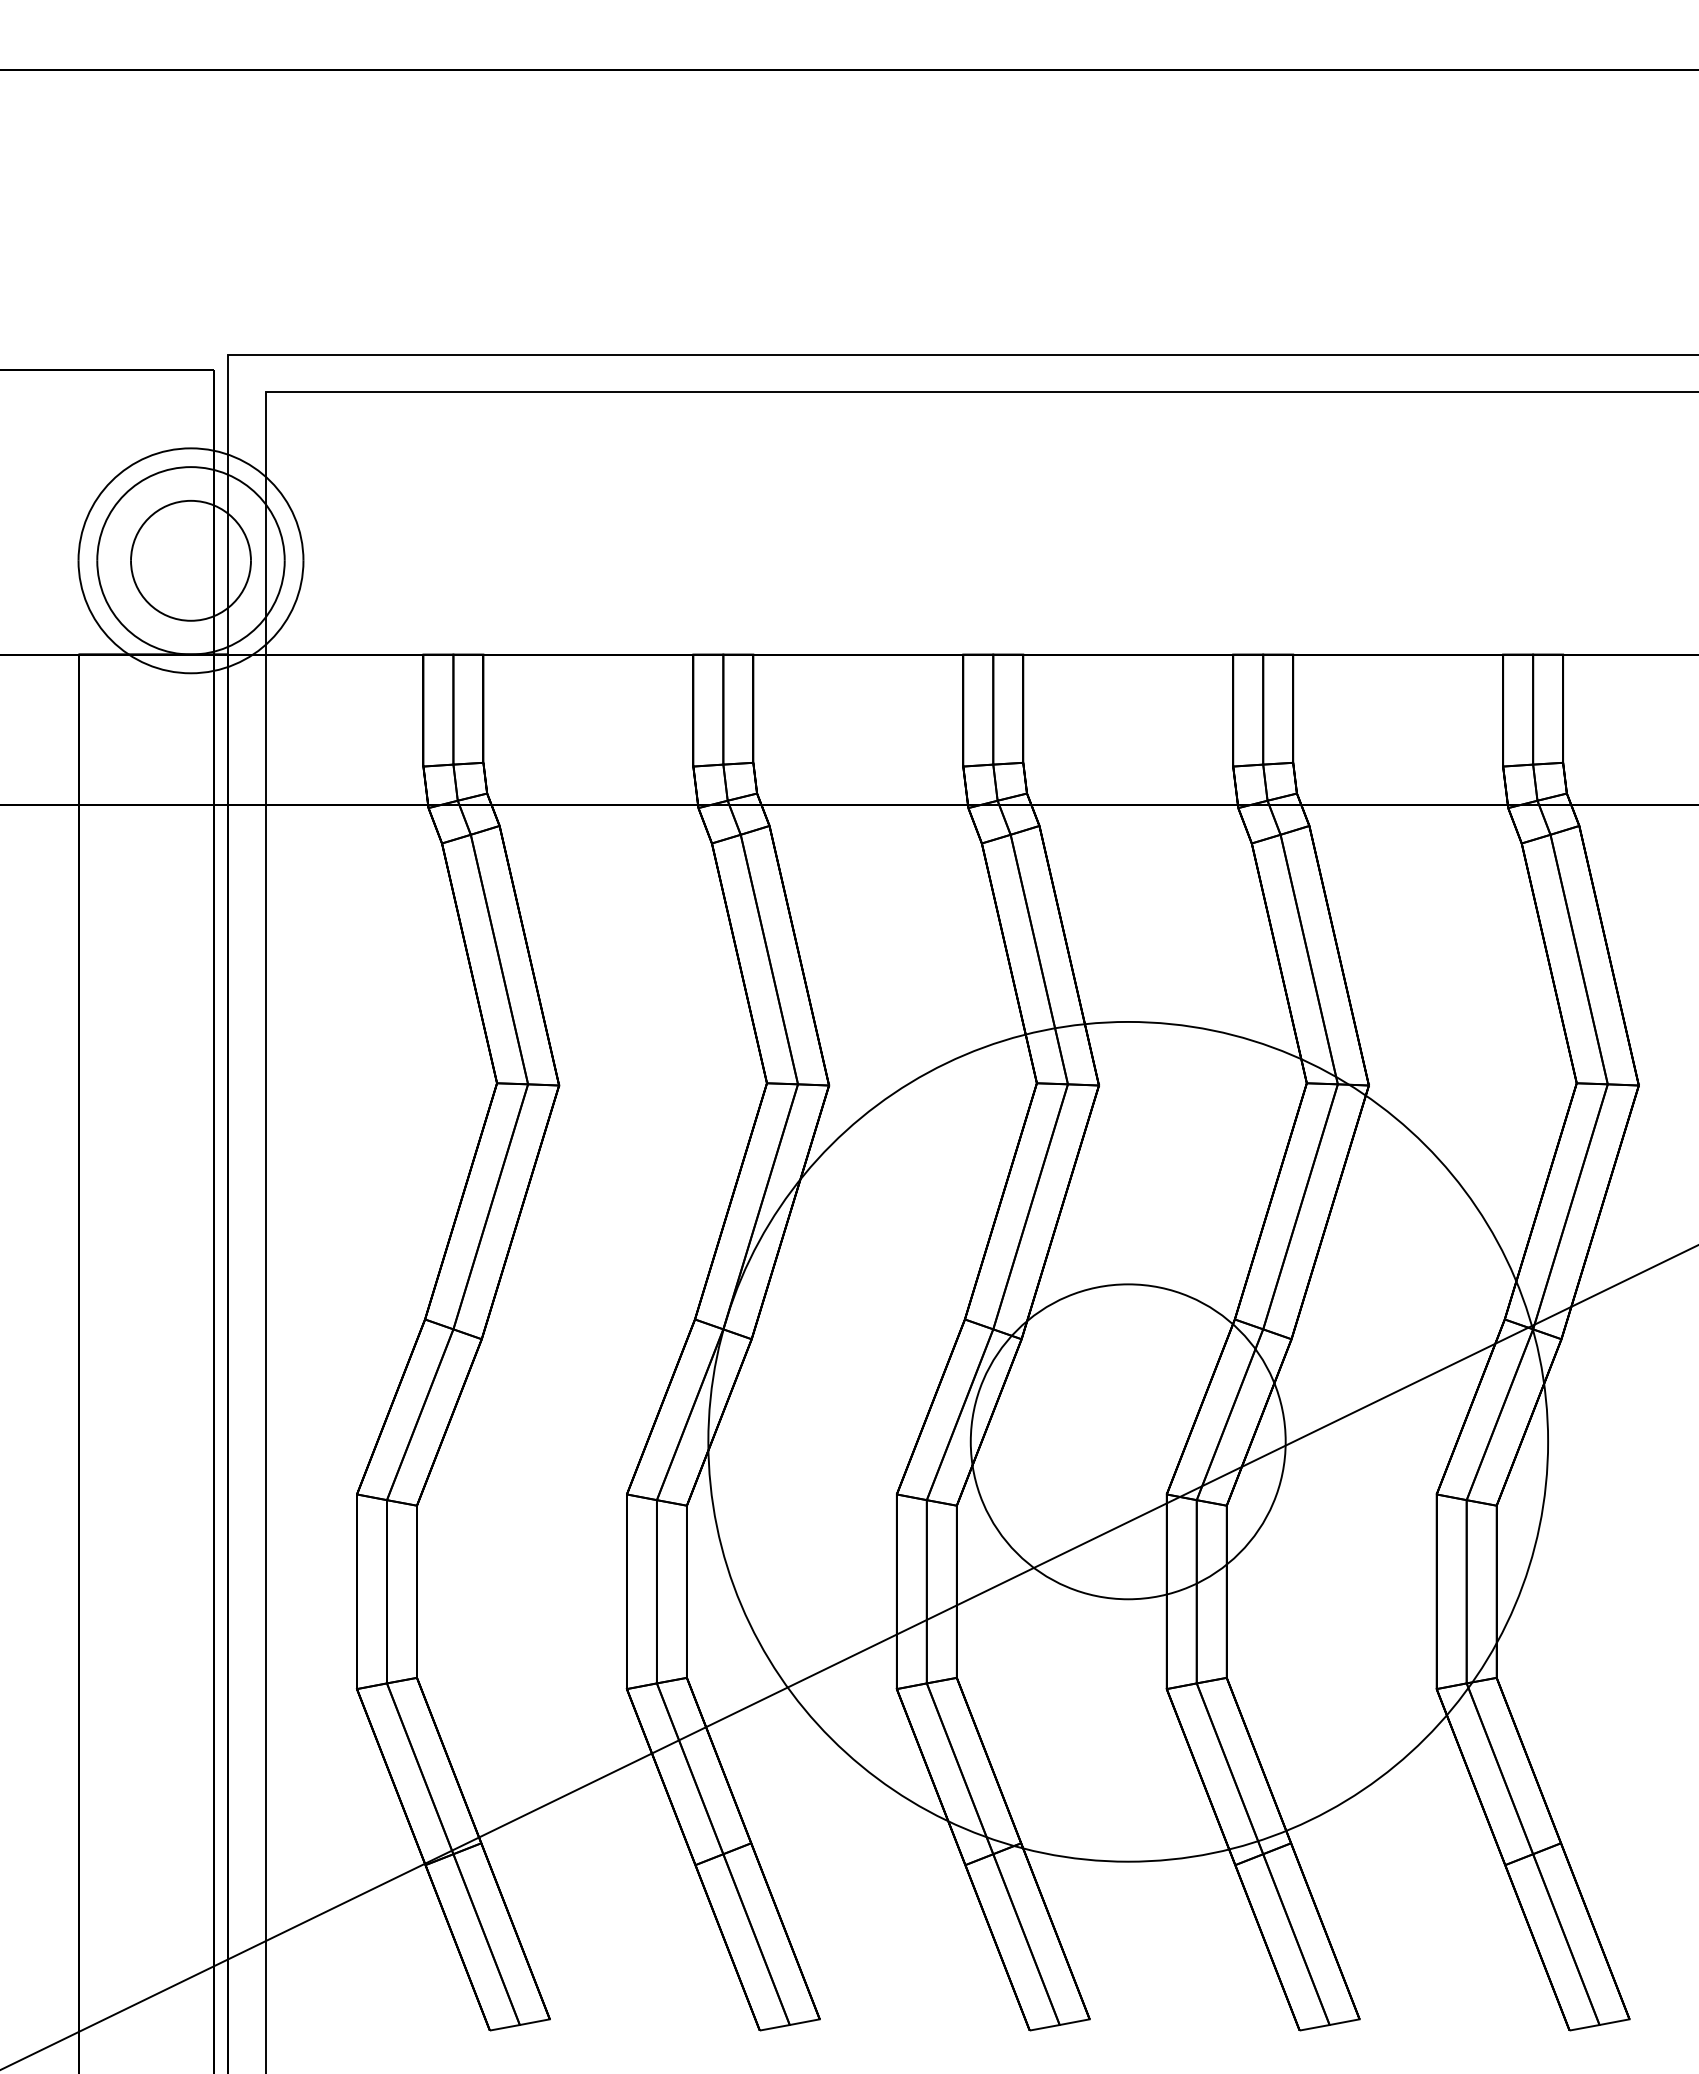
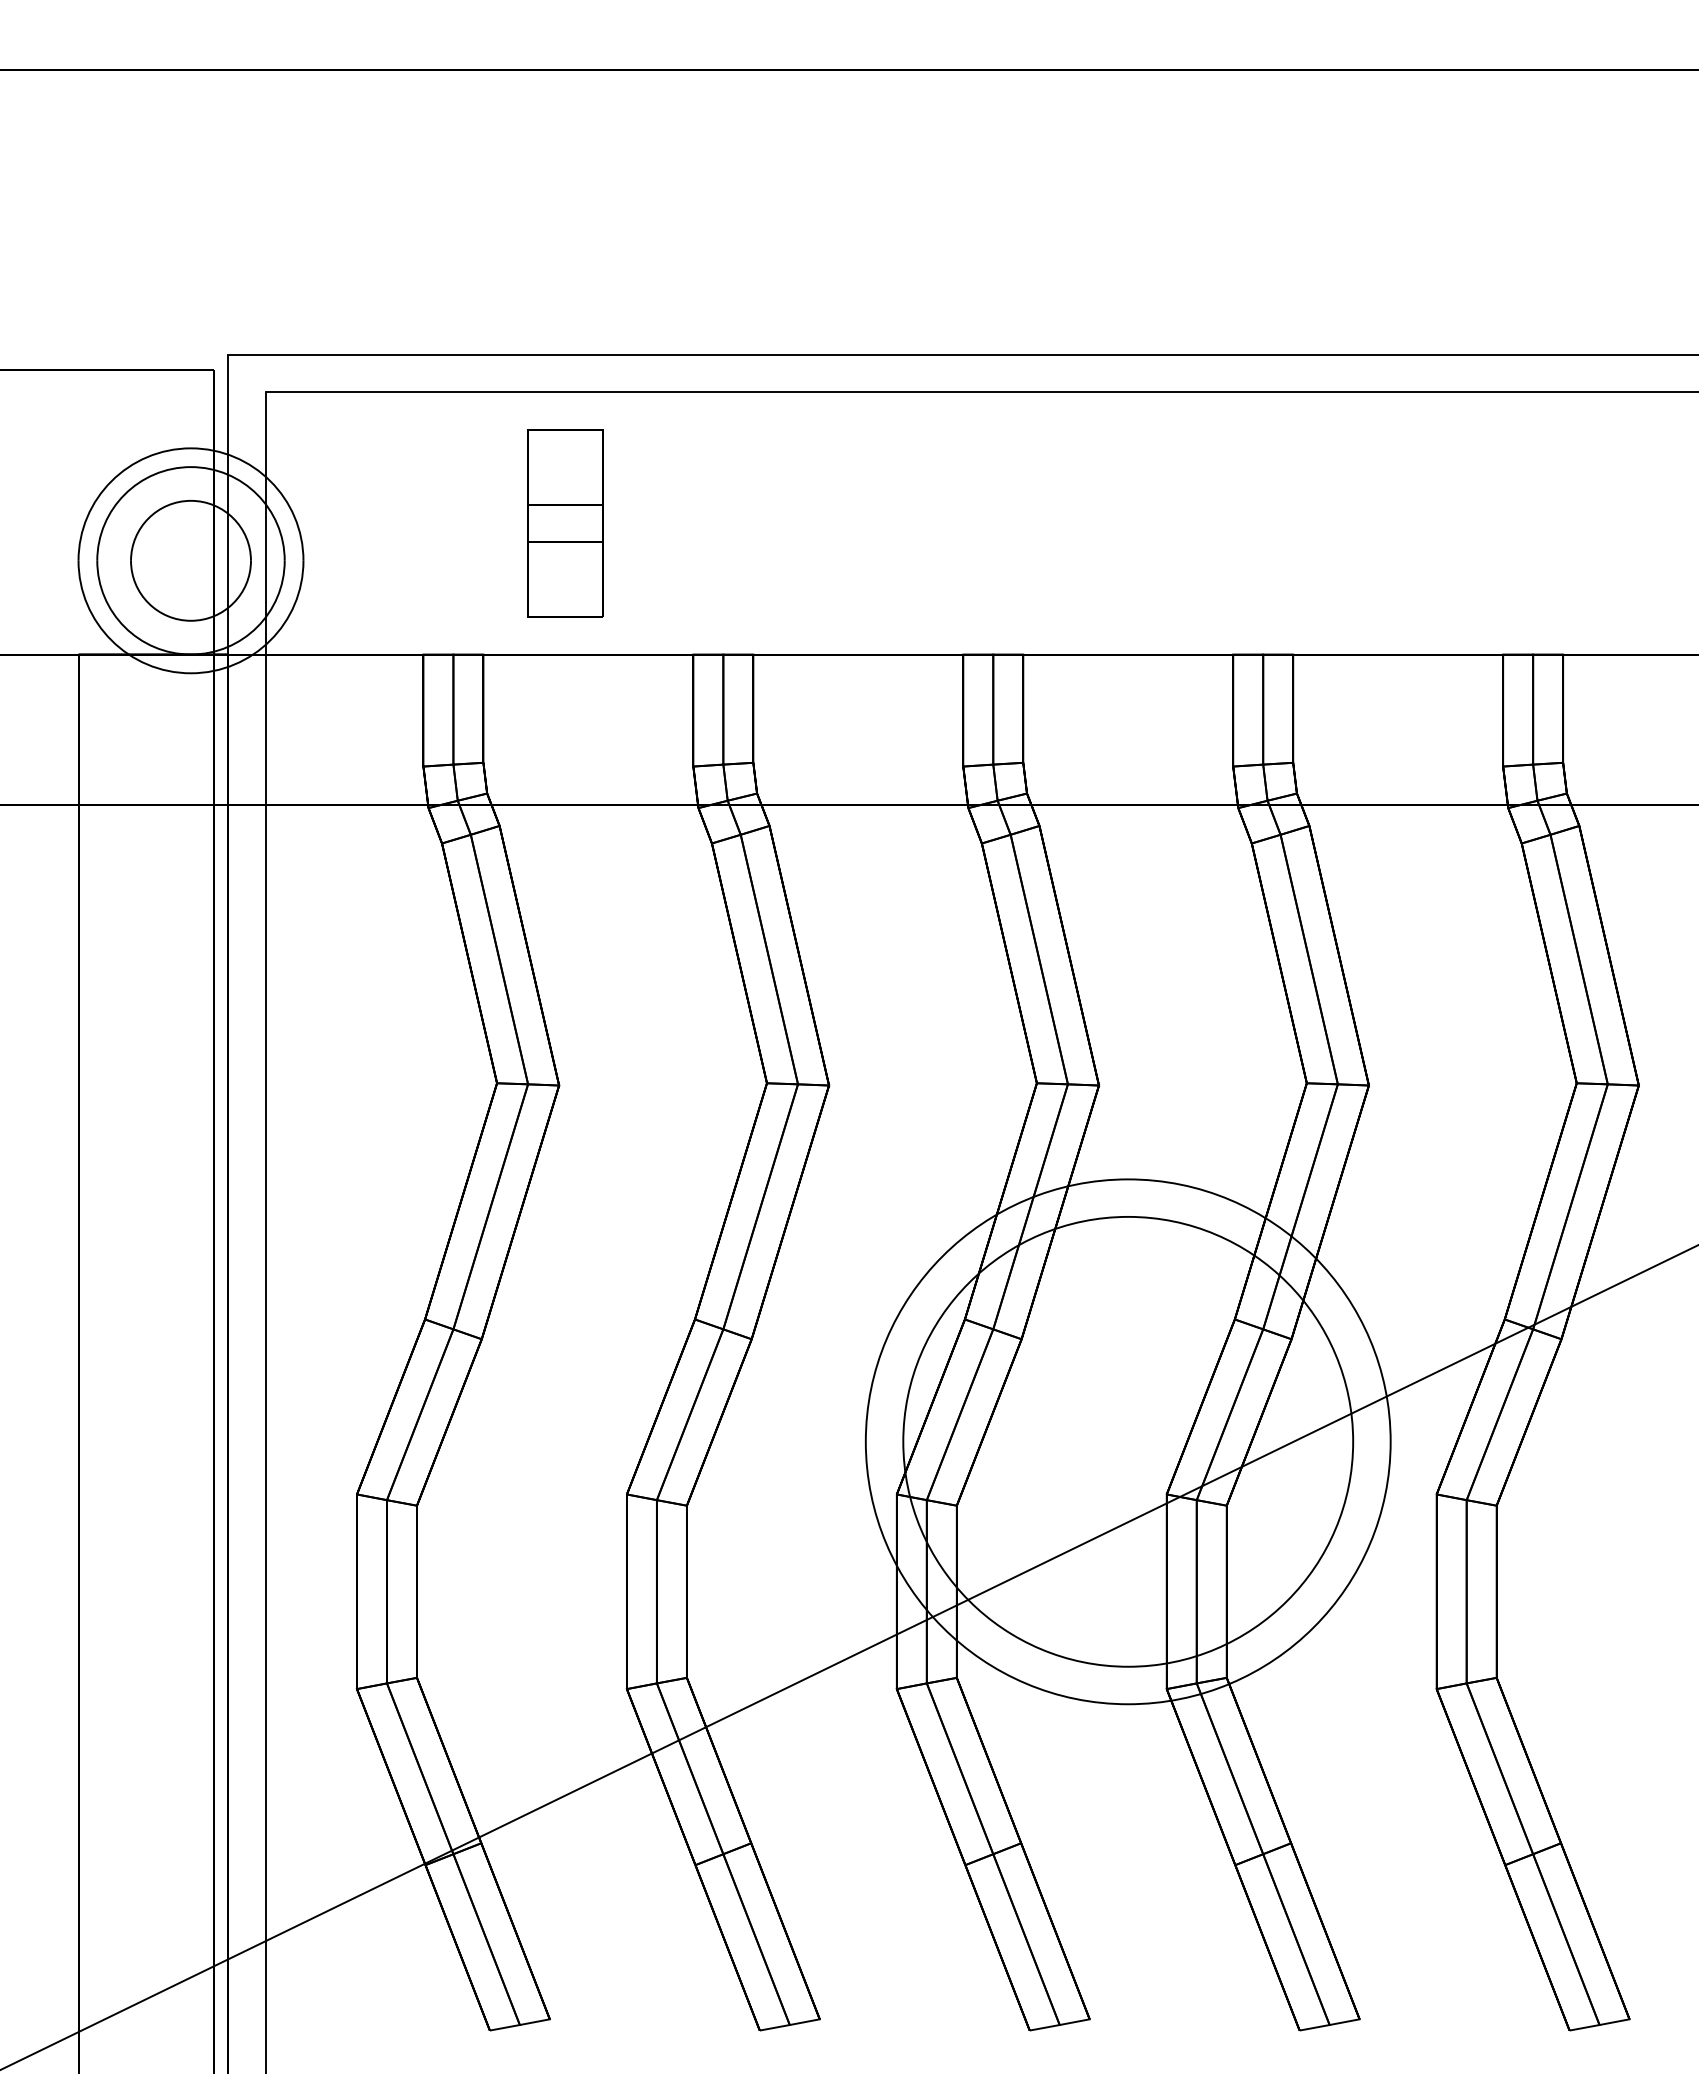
part at (565, 523): none -> present
circle at (1127, 1441) diameter: 315 px -> 450 px
circle at (1128, 1441) diameter: 840 px -> 525 px
